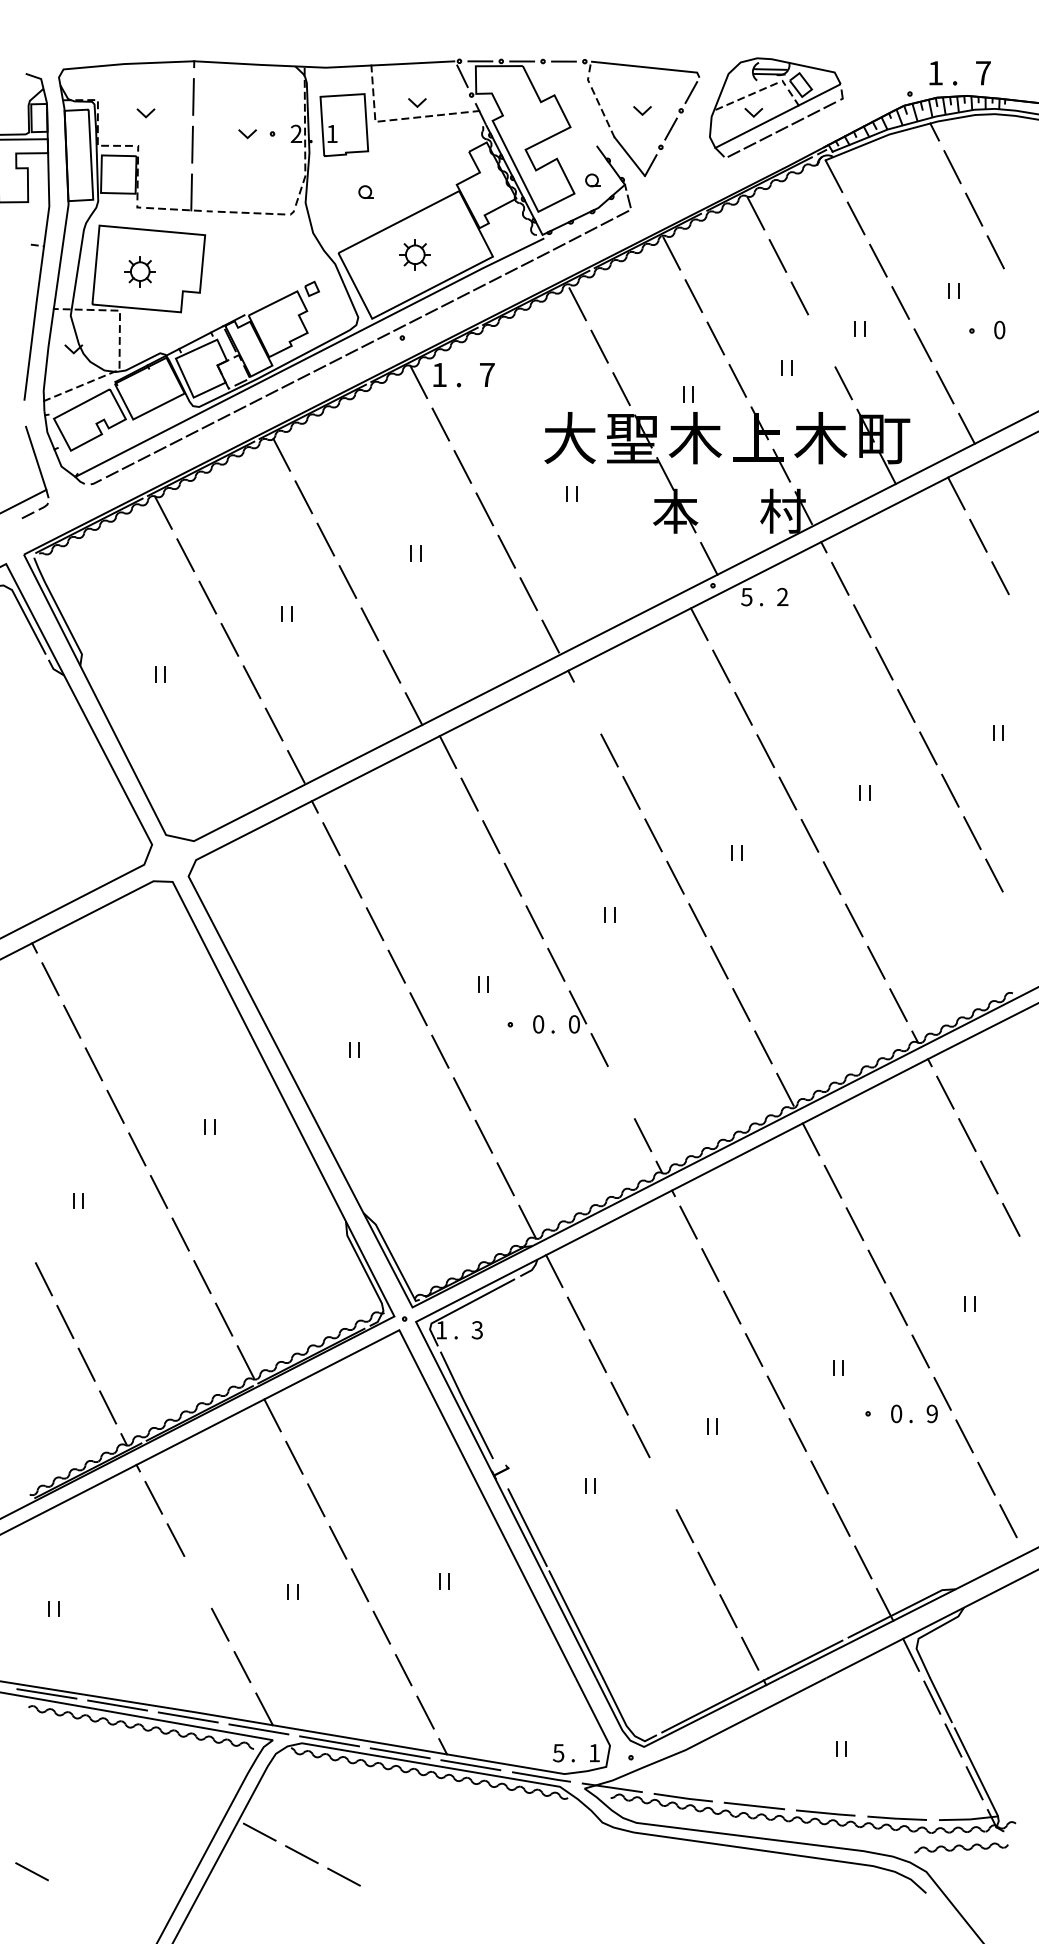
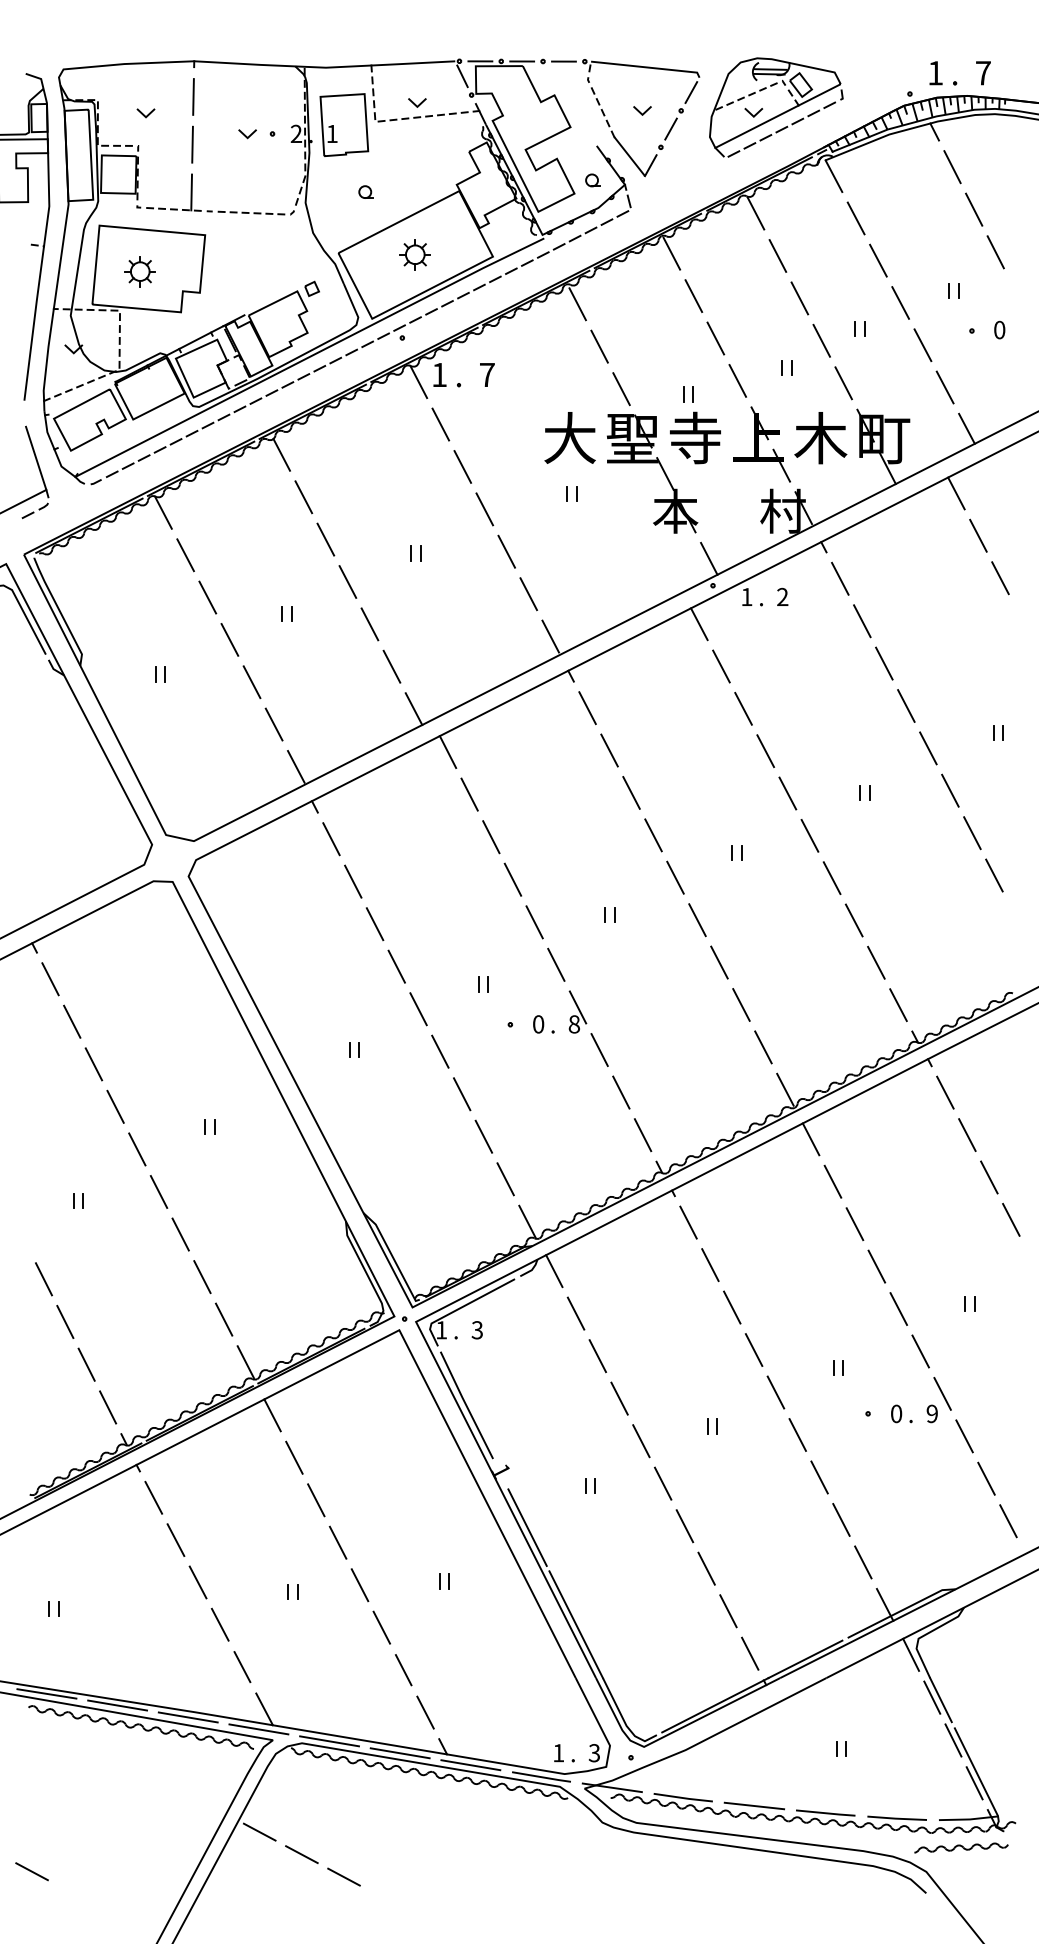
line at (821, 340): none -> present
text at (694, 437): 木 -> 寺
text at (746, 597): 5 -> 1
line at (587, 708): none -> present
text at (574, 1024): 0 -> 8
line at (621, 1092): none -> present
line at (662, 1483): none -> present
line at (197, 1582): none -> present
text at (558, 1753): 5 -> 1
text at (593, 1753): 1 -> 3
